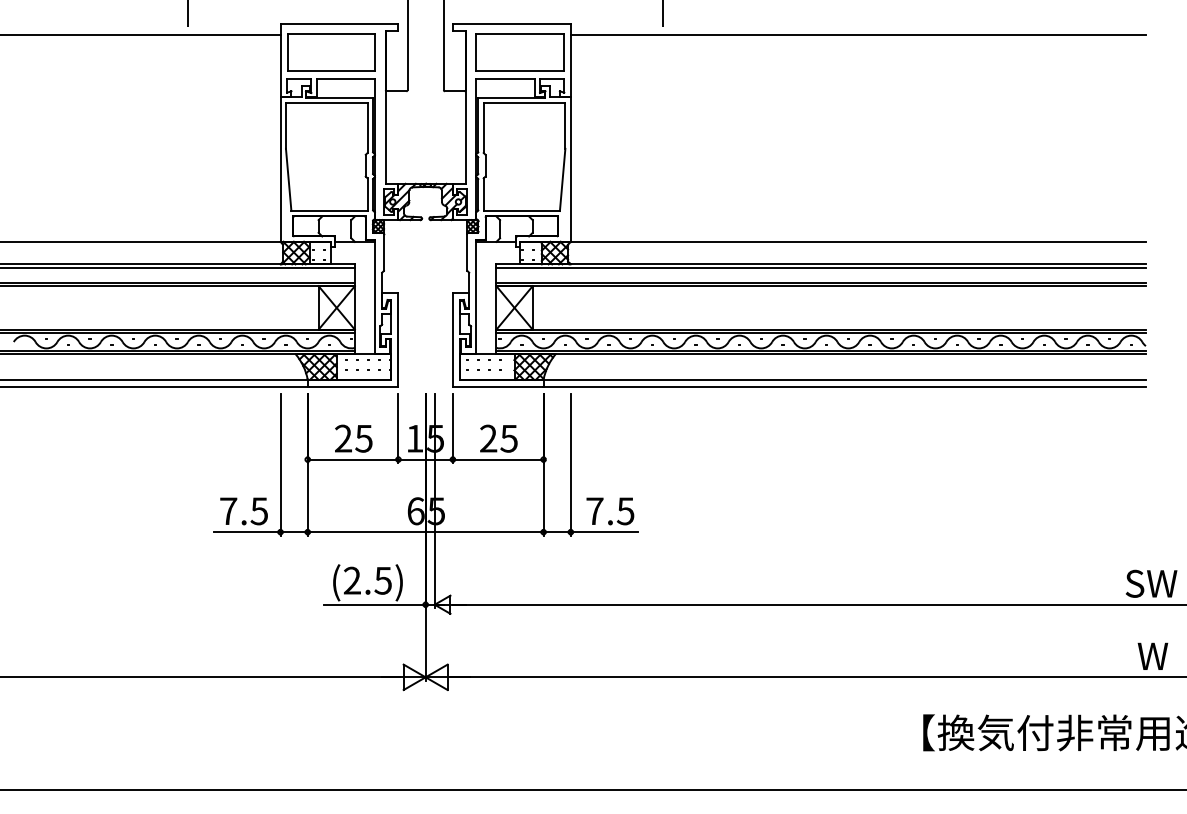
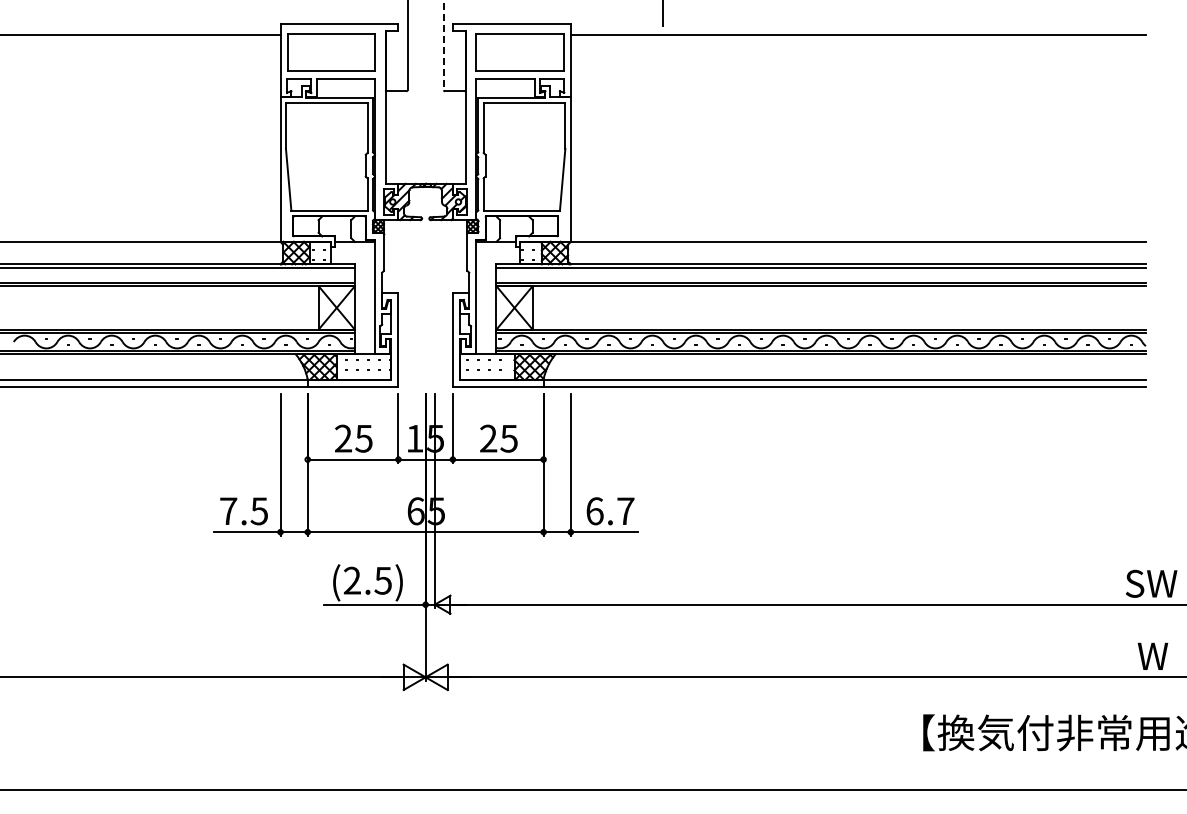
line at (188, 15): present -> none
line at (443, 45): solid -> dashed
text at (610, 511): 7.5 -> 6.7
